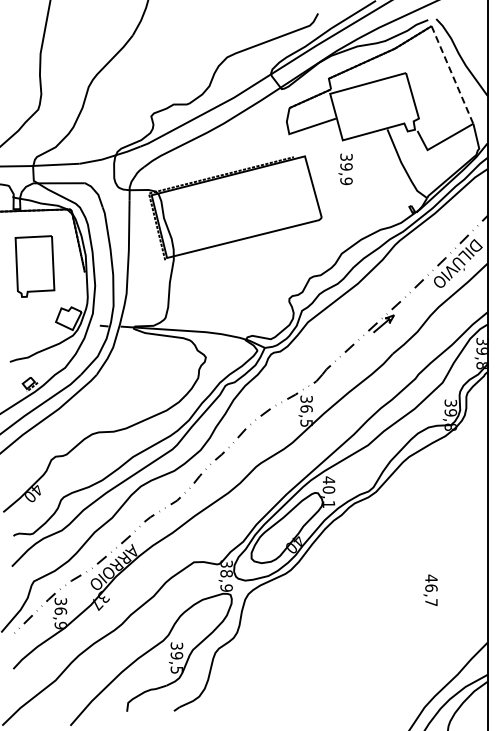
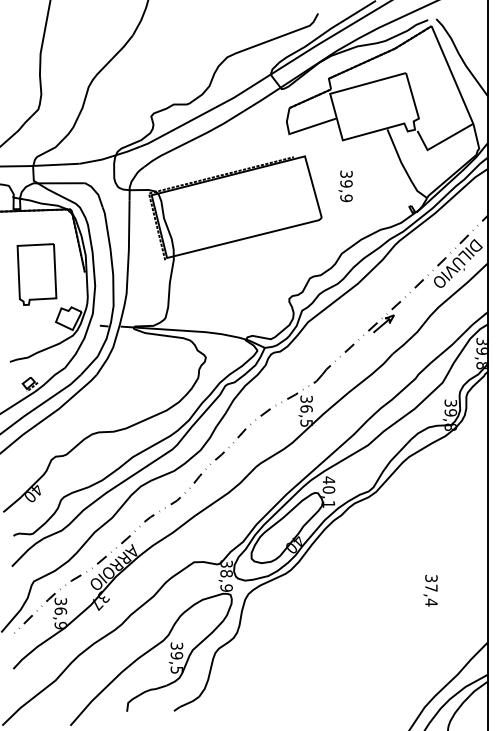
line at (452, 75): dashed -> solid
text at (345, 169) position: (345, 169) -> (345, 186)
part at (34, 266) position: (34, 266) -> (36, 274)
text at (431, 590): 46,7 -> 37,4
